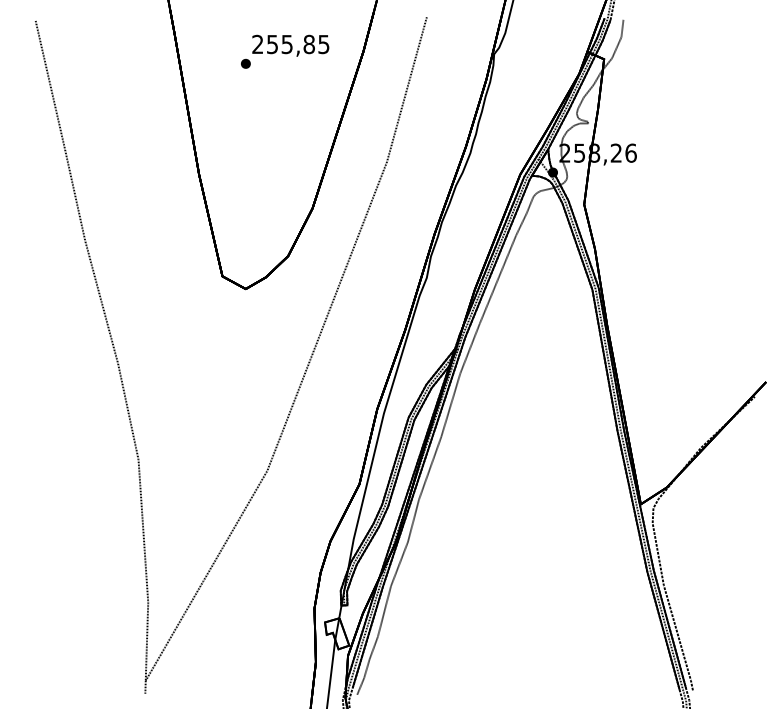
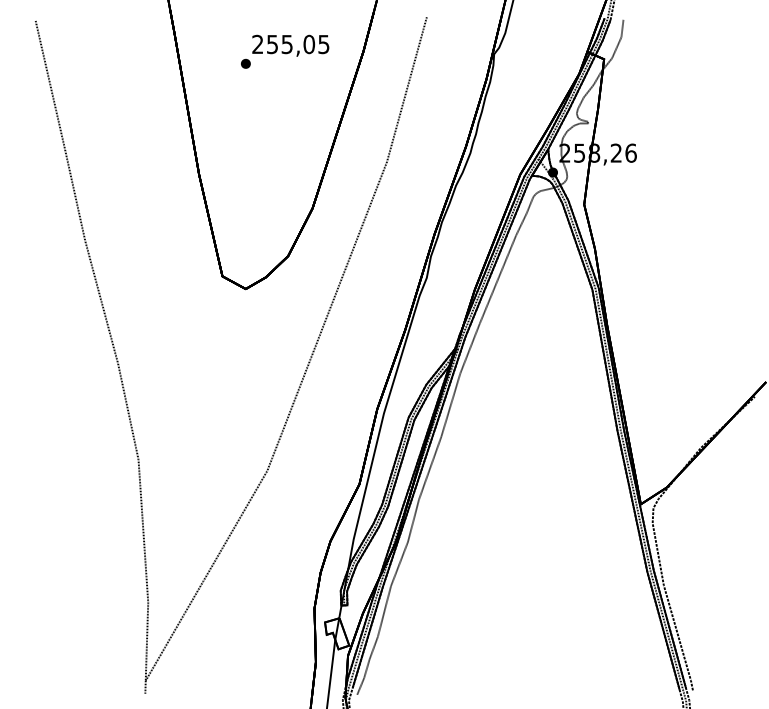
text at (309, 44): 255,85 -> 255,05
